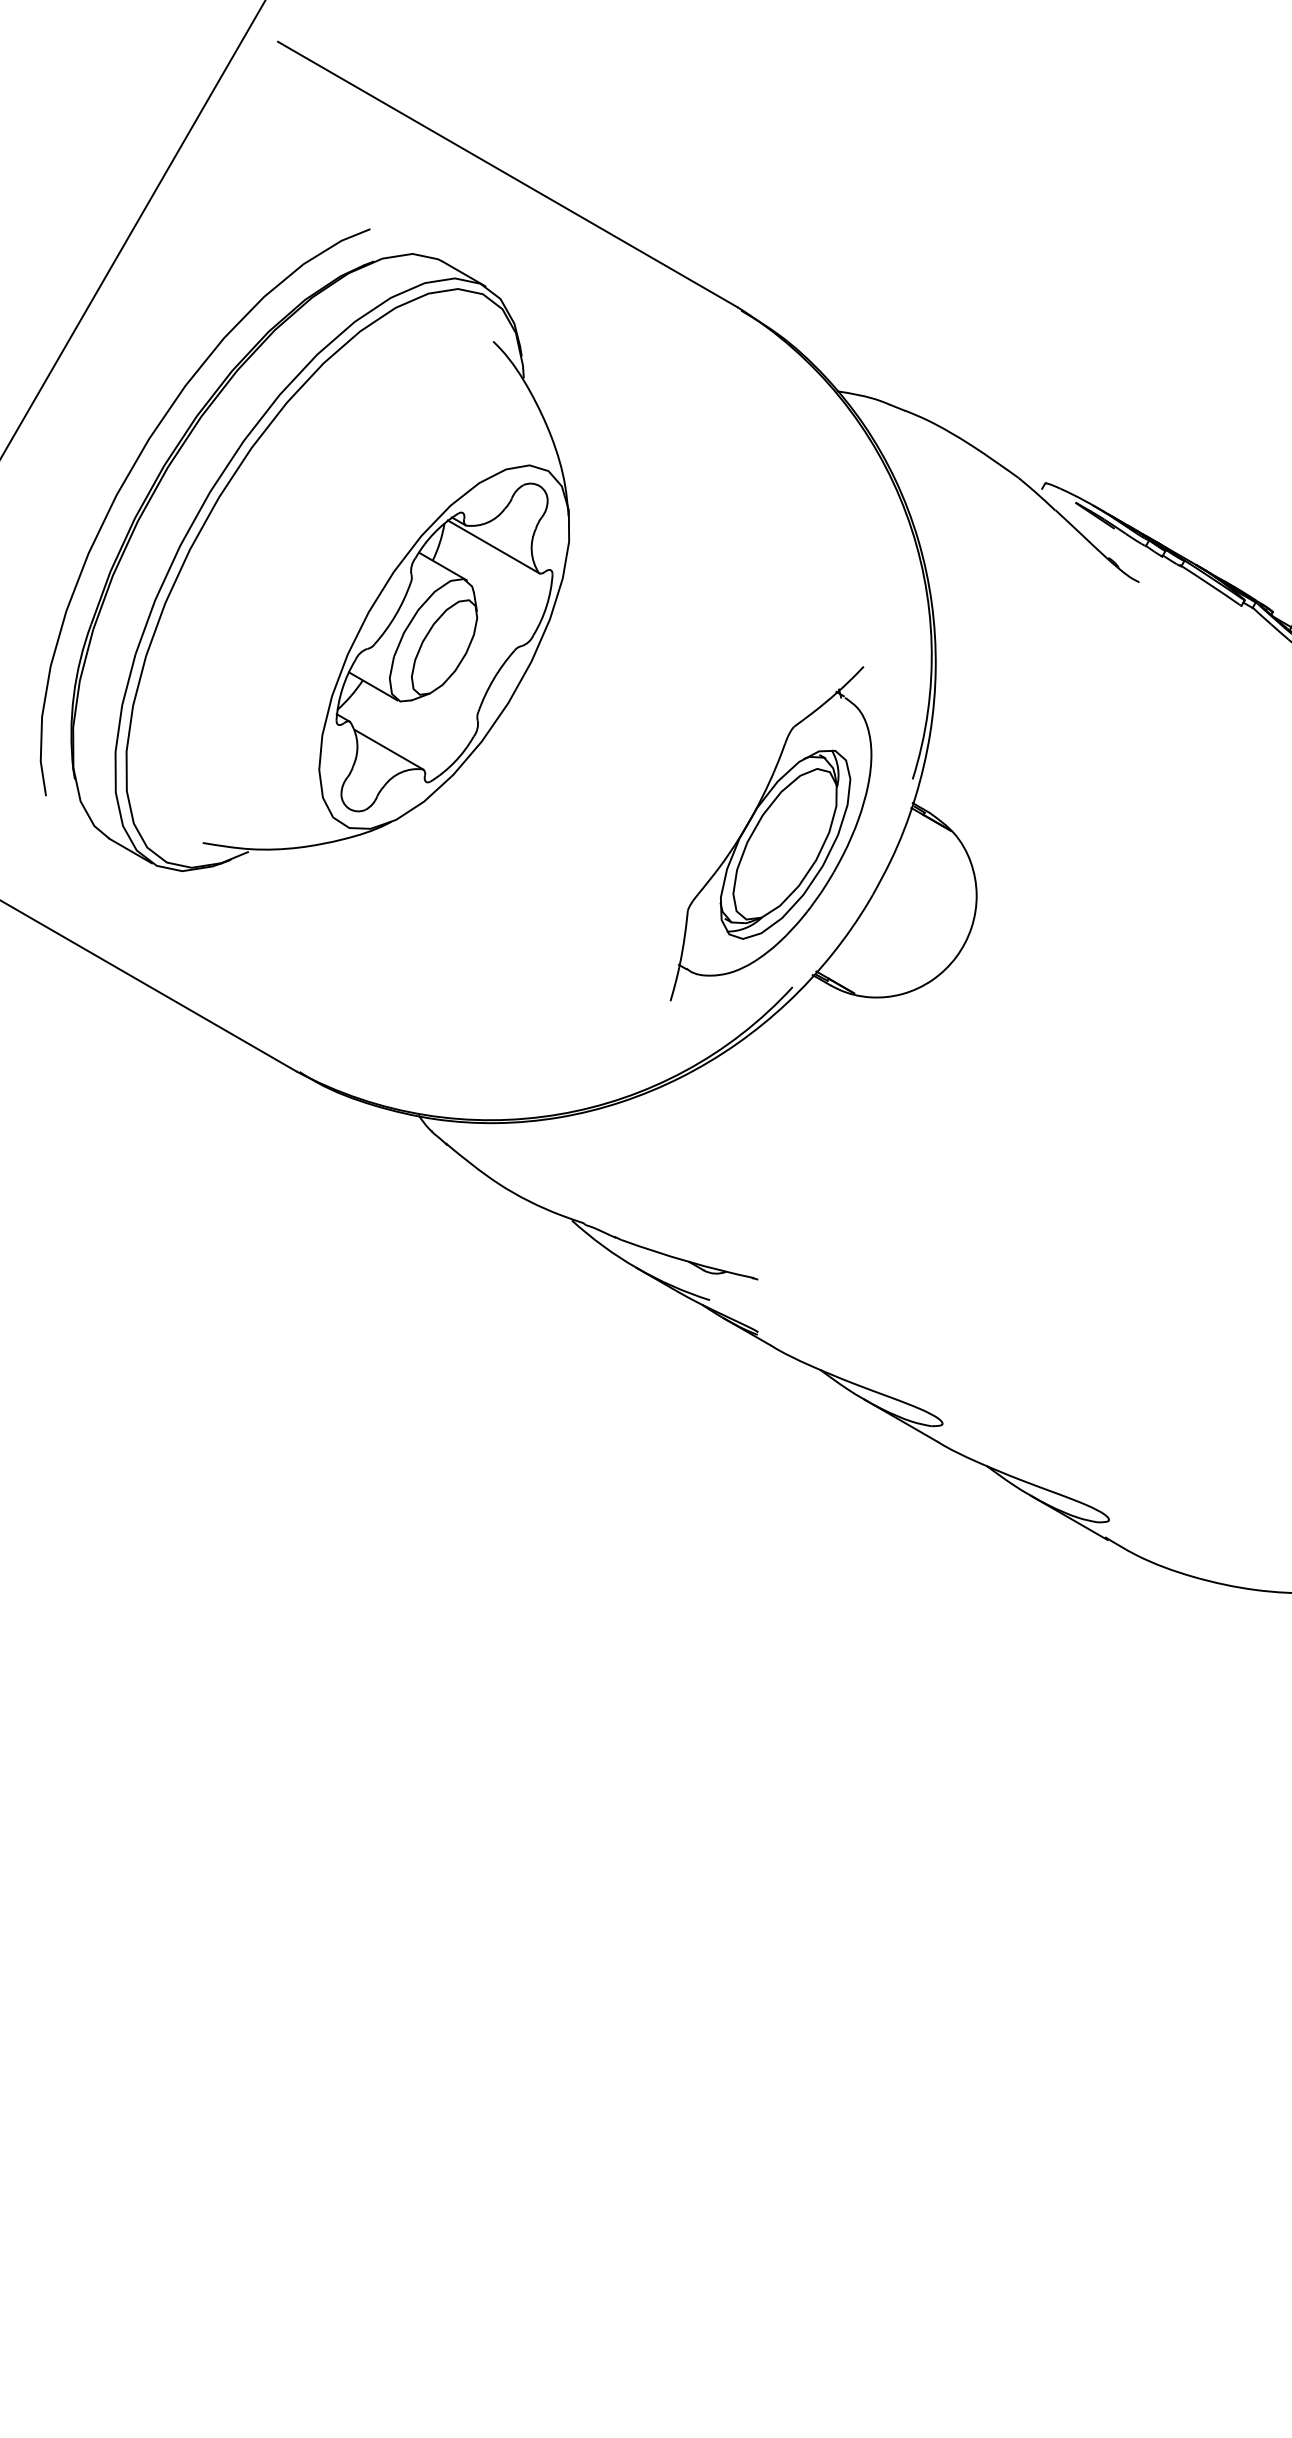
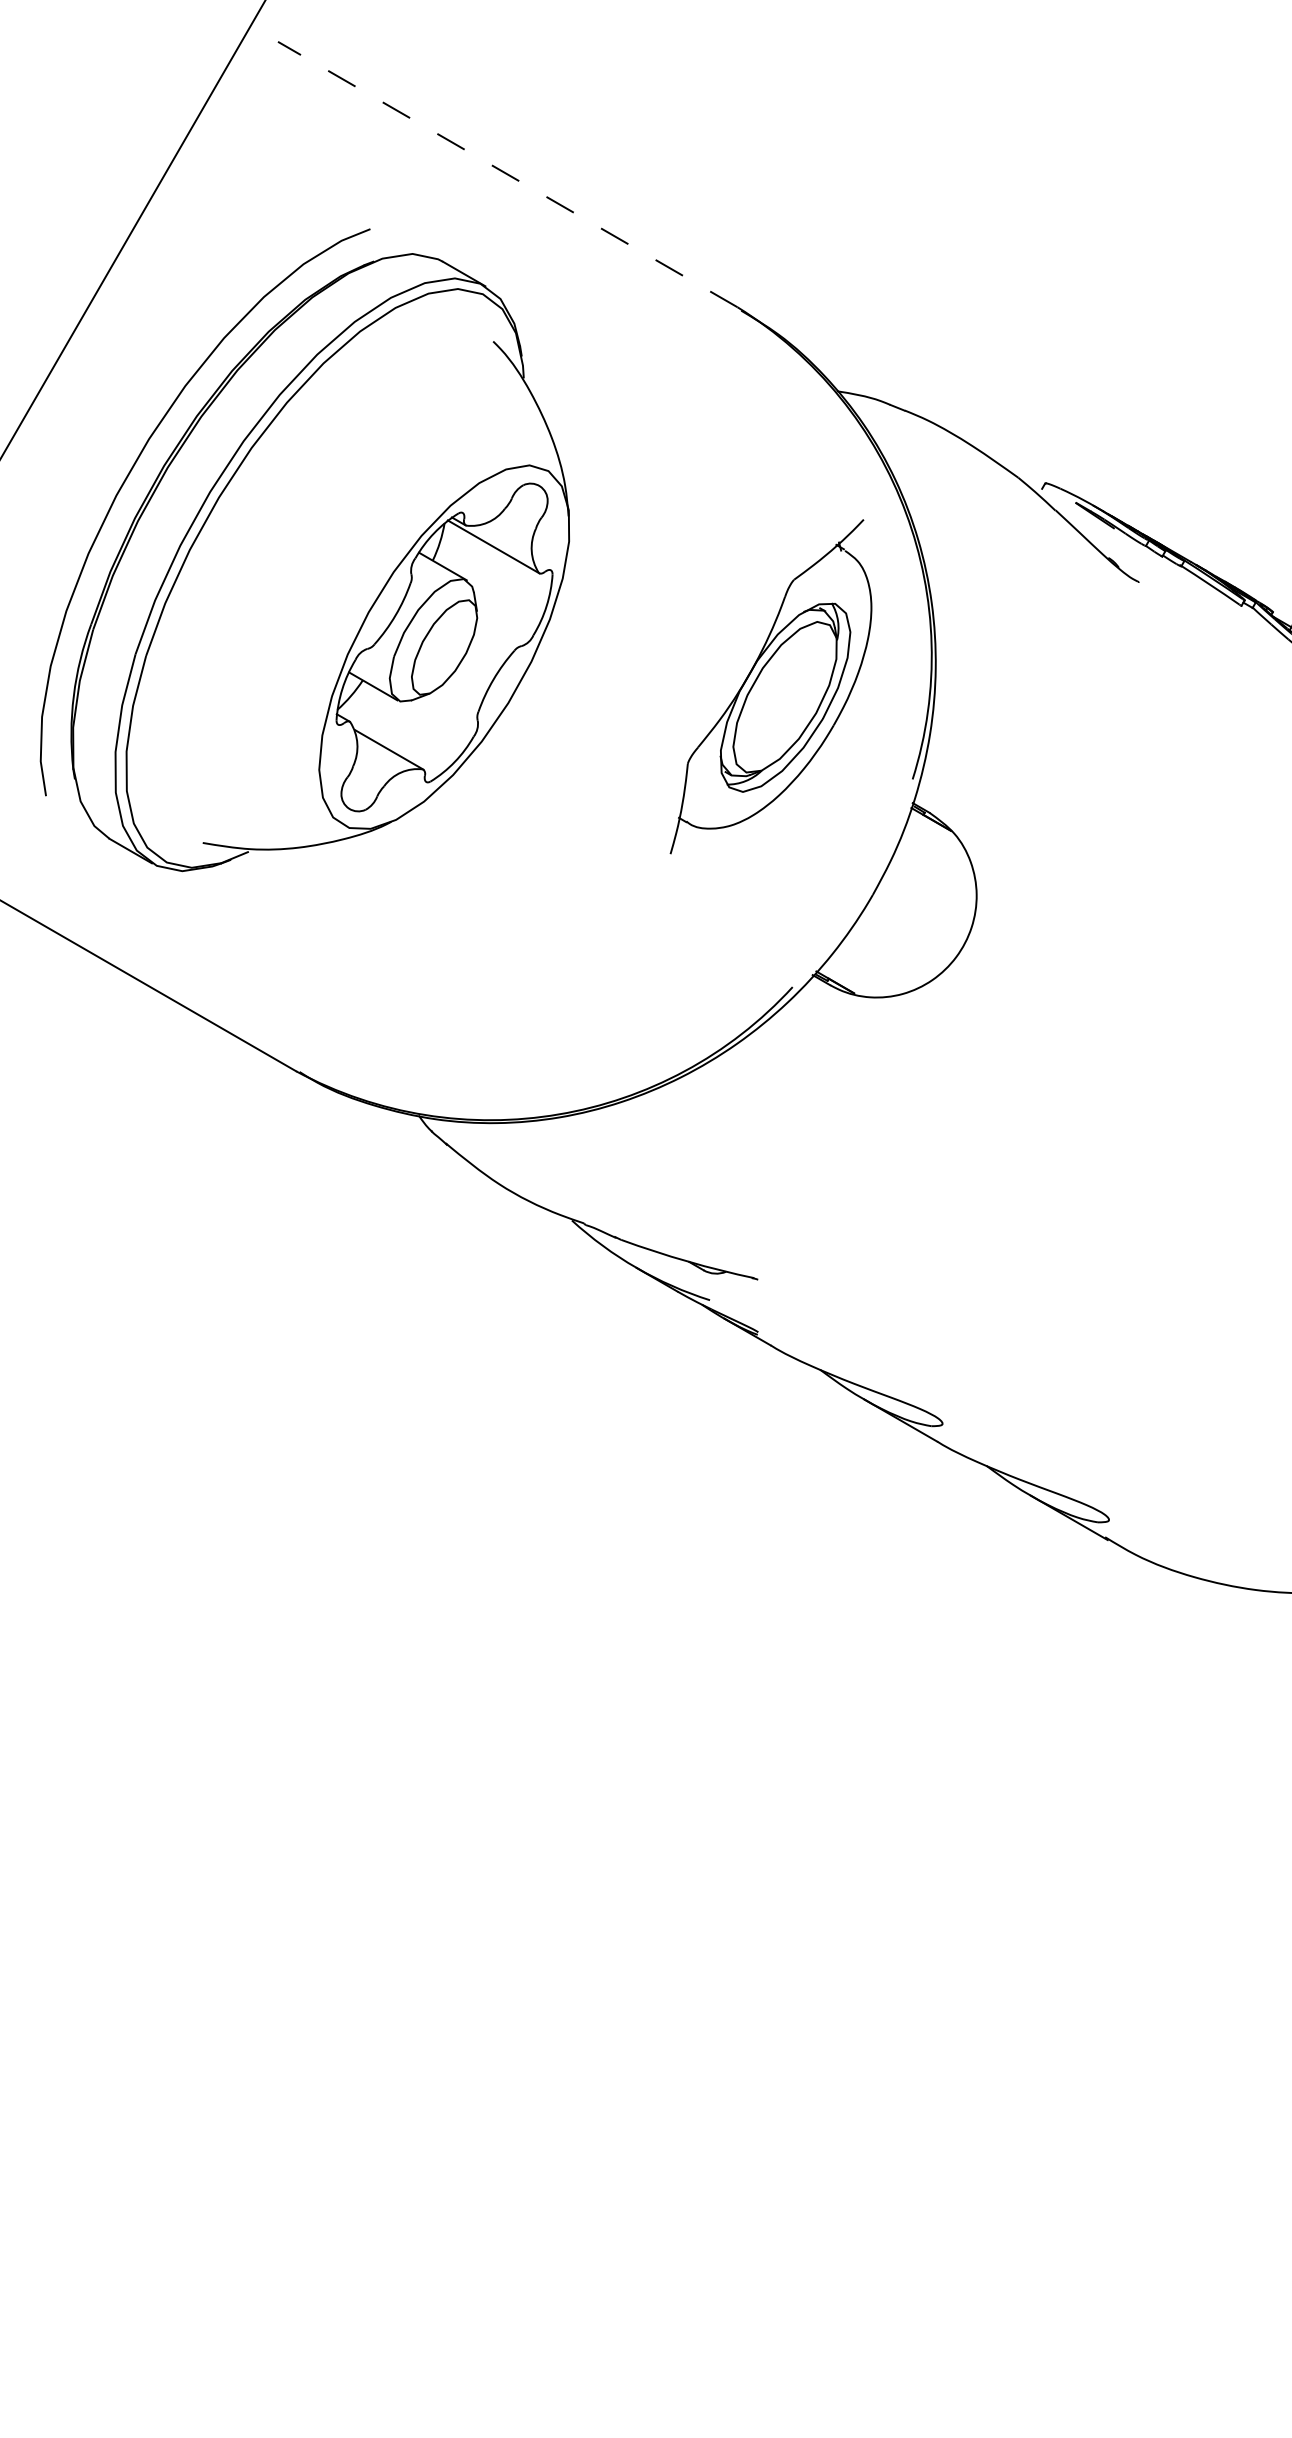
line at (507, 174): solid -> dashed
part at (770, 833) position: (770, 833) -> (770, 686)
